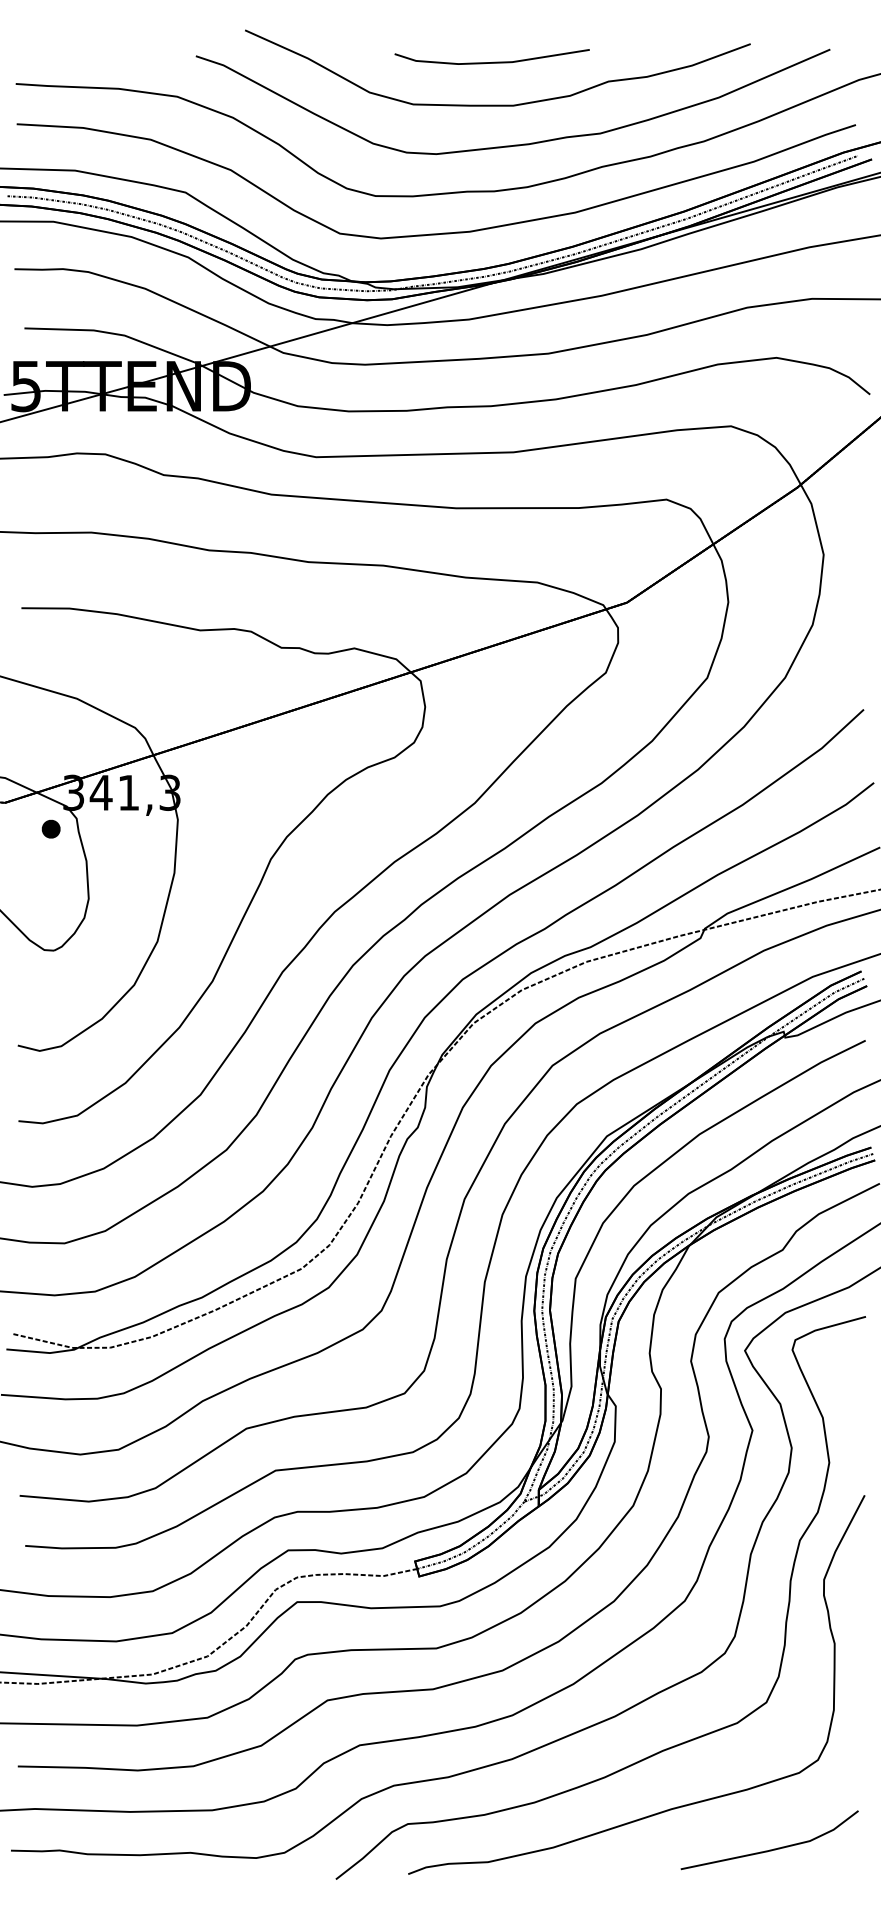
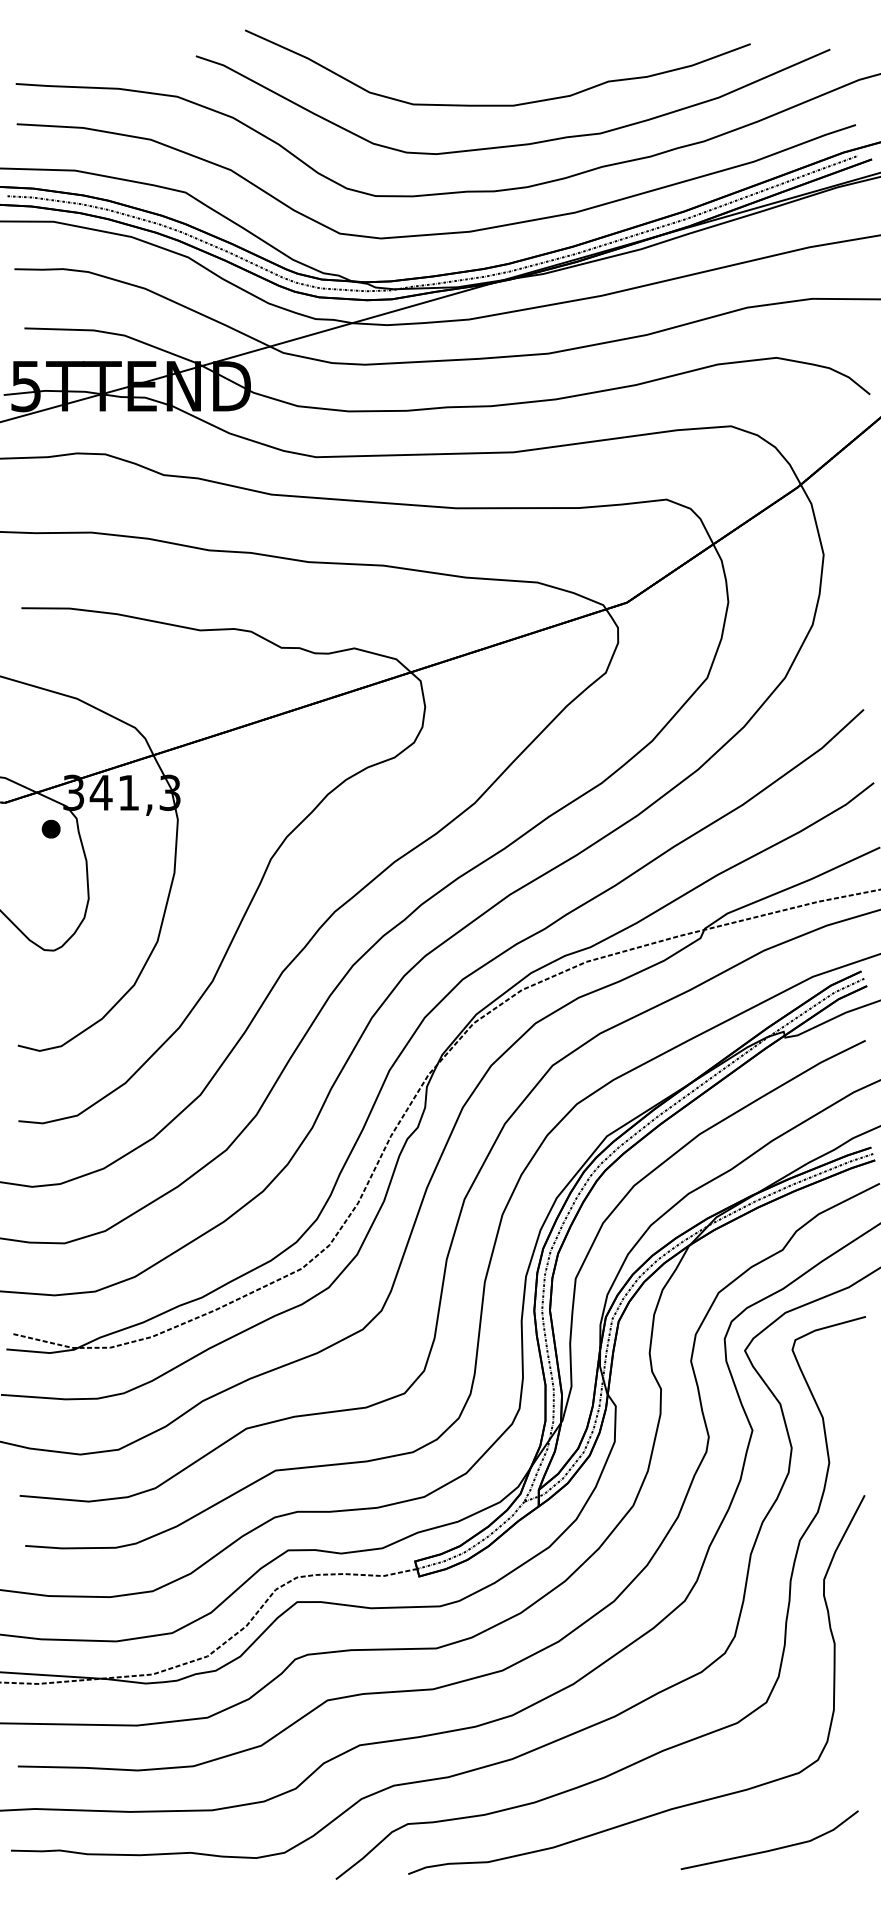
line at (493, 61): present -> none
